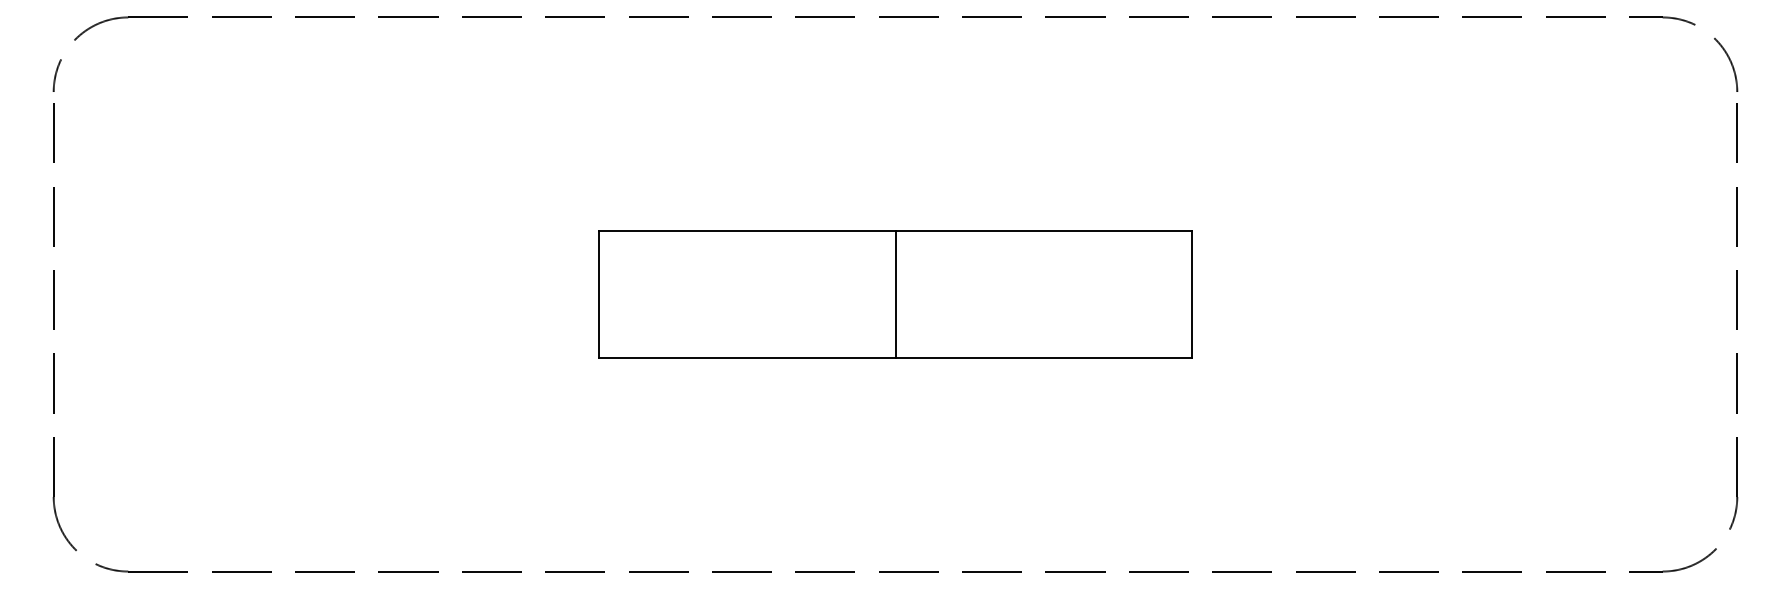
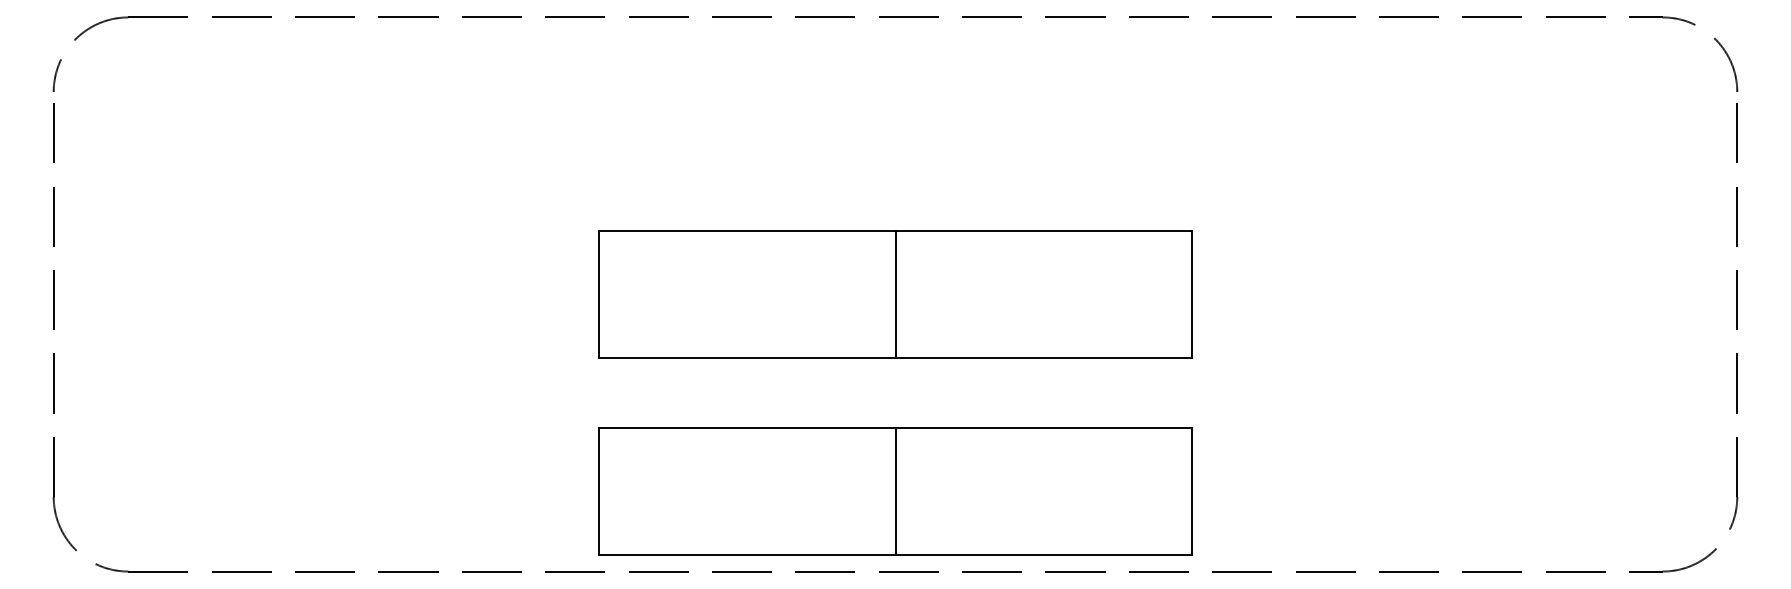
part at (895, 491): none -> present
